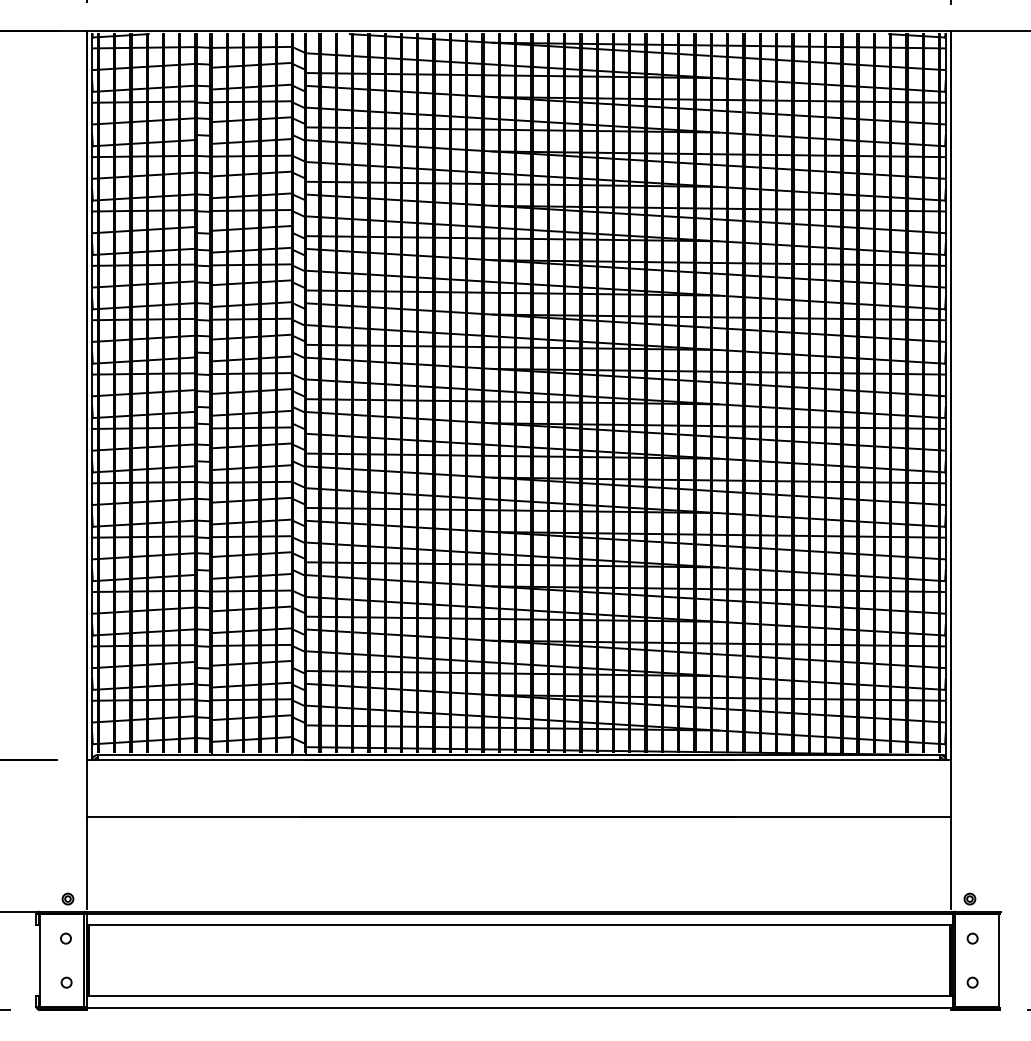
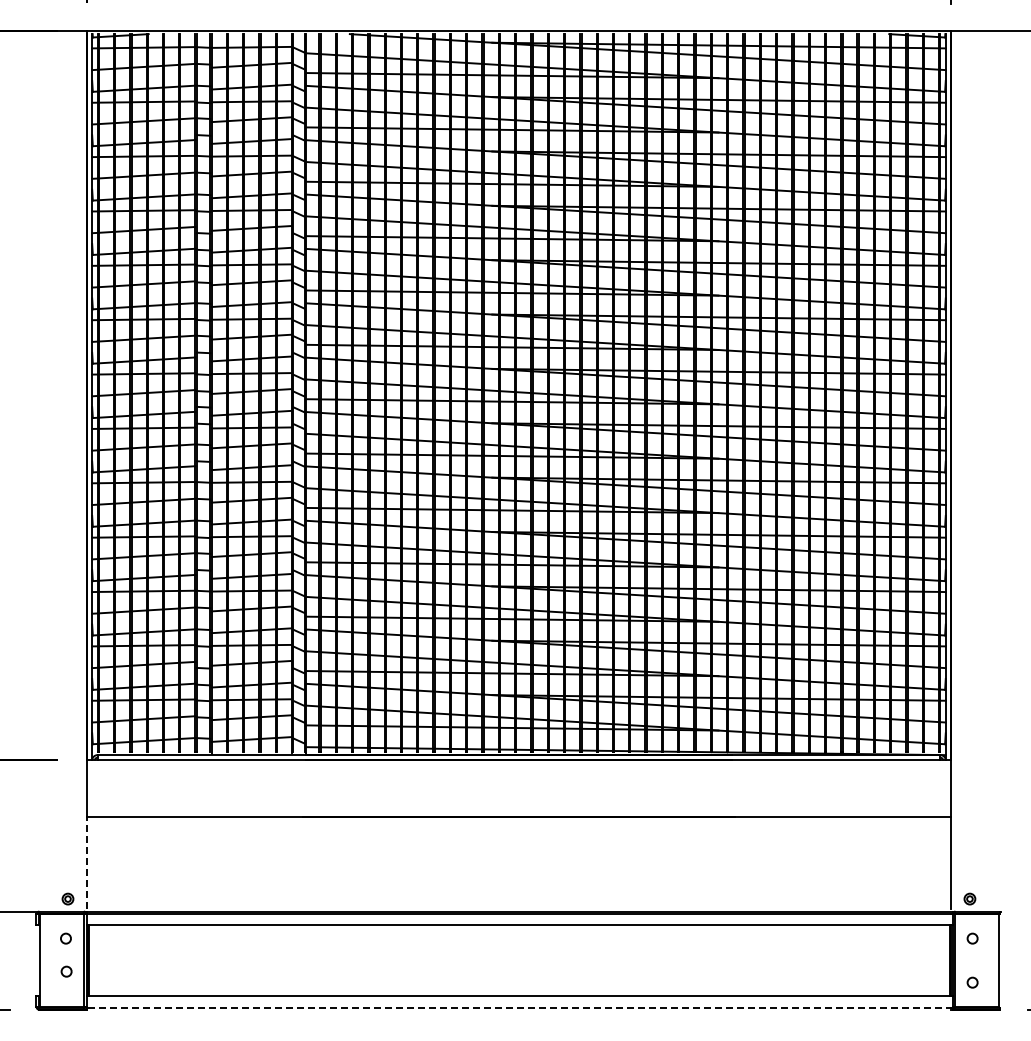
line at (86, 862): solid -> dashed
circle at (66, 982) position: (66, 982) -> (66, 971)
line at (519, 1007): solid -> dashed
